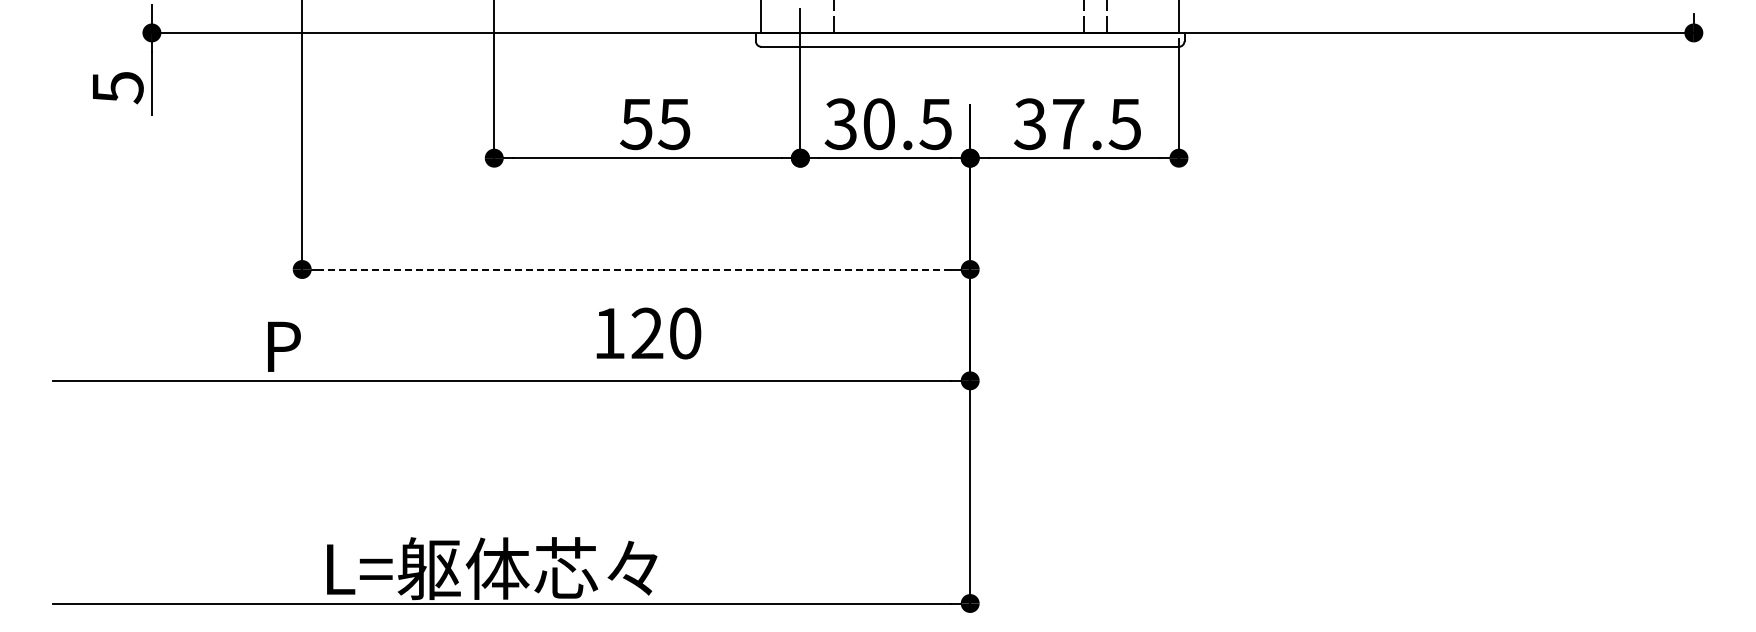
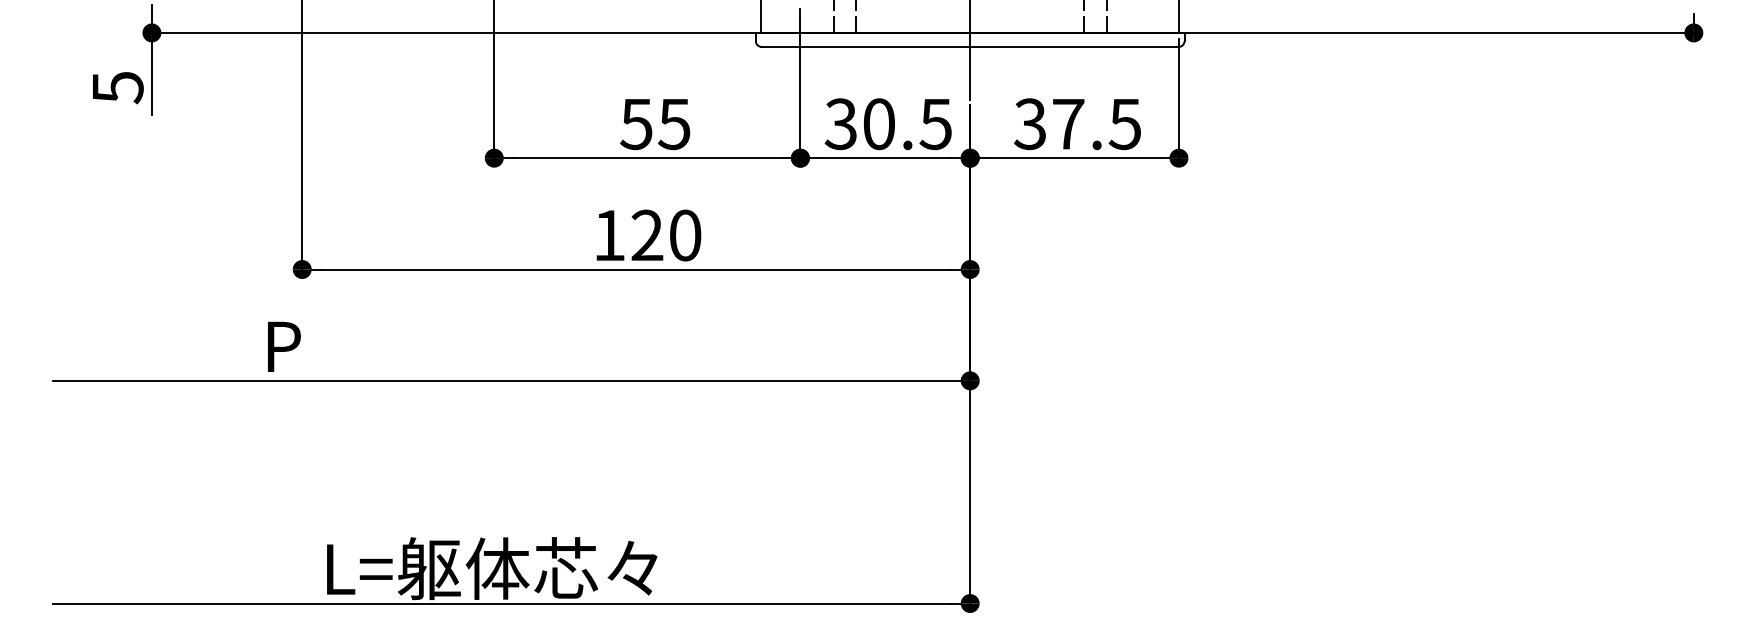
line at (856, 17): none -> present
line at (970, 50): none -> present
line at (635, 269): dashed -> solid
text at (648, 333) position: (648, 333) -> (648, 235)
